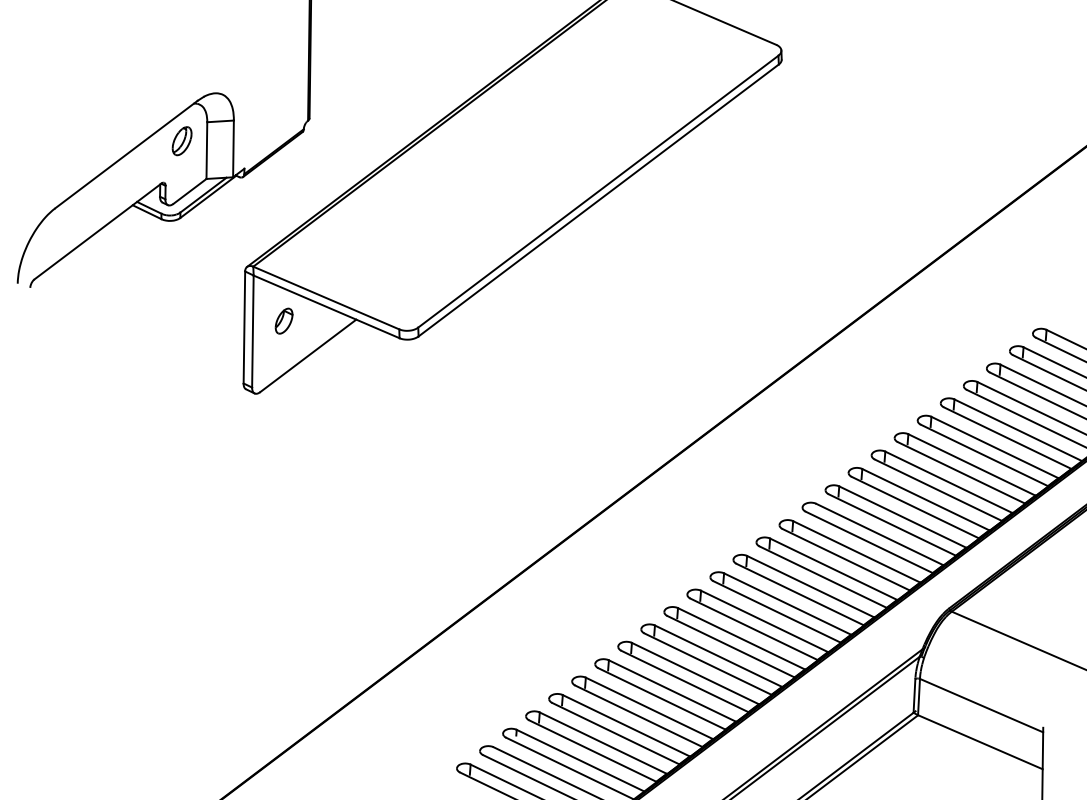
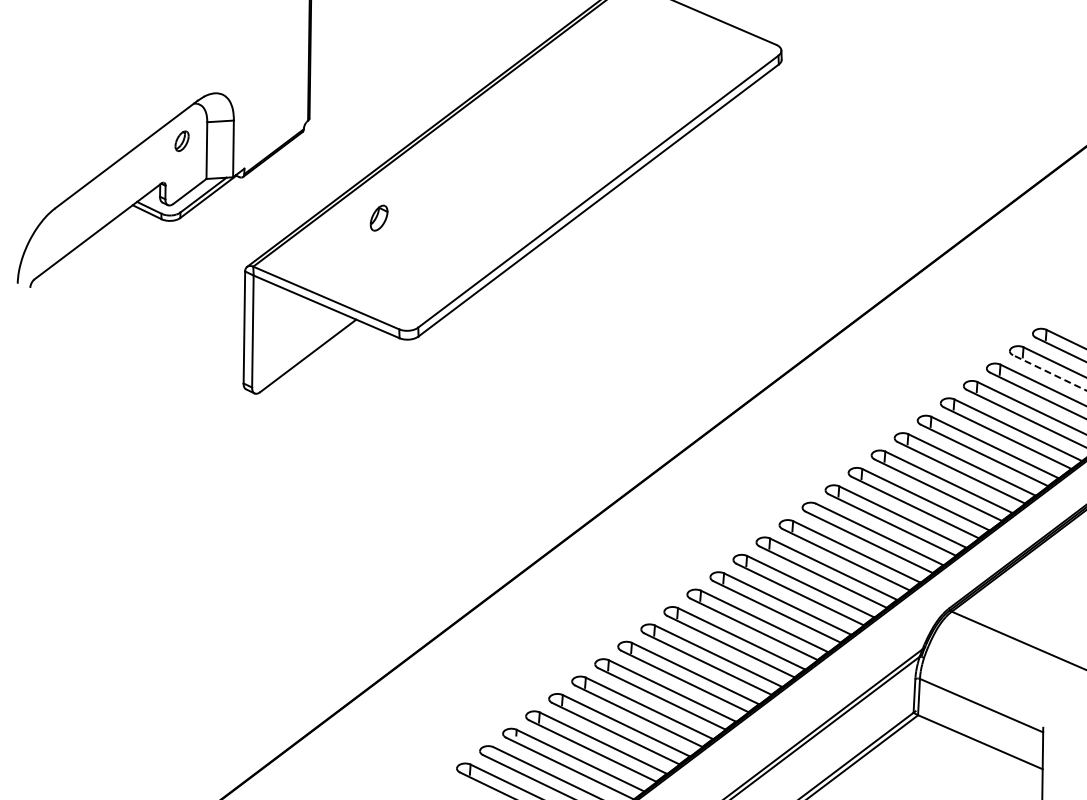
part at (181, 141) size: 22x31 px -> 16x22 px
part at (283, 320) position: (283, 320) -> (378, 217)
line at (1049, 372): solid -> dashed
